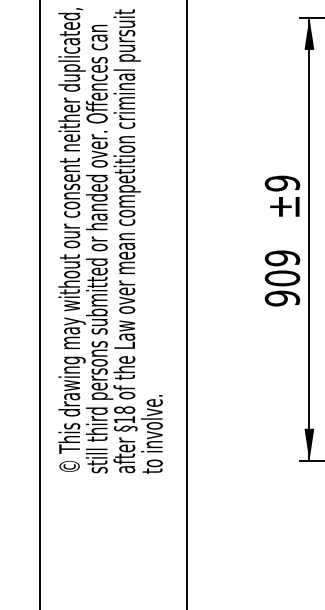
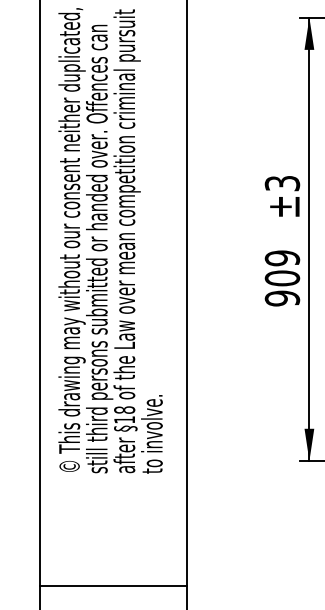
text at (281, 183): ±9 -> ±3
line at (113, 586): none -> present
